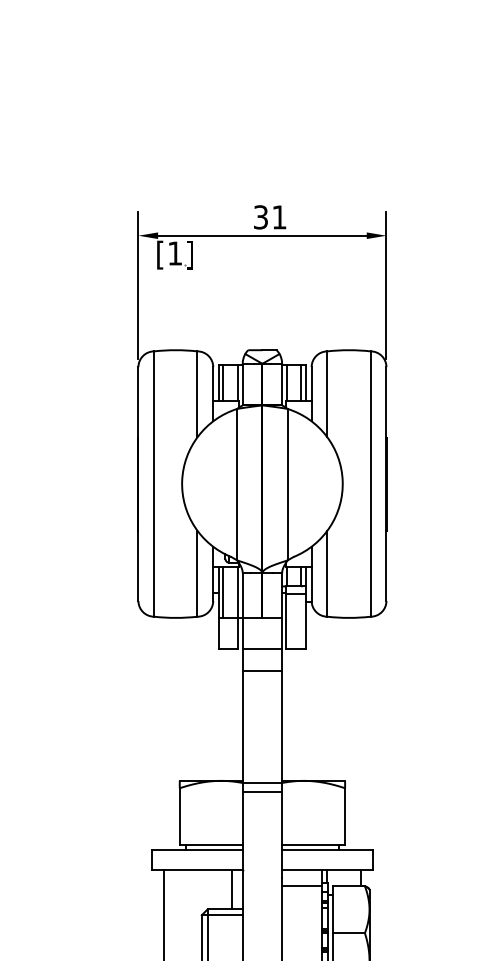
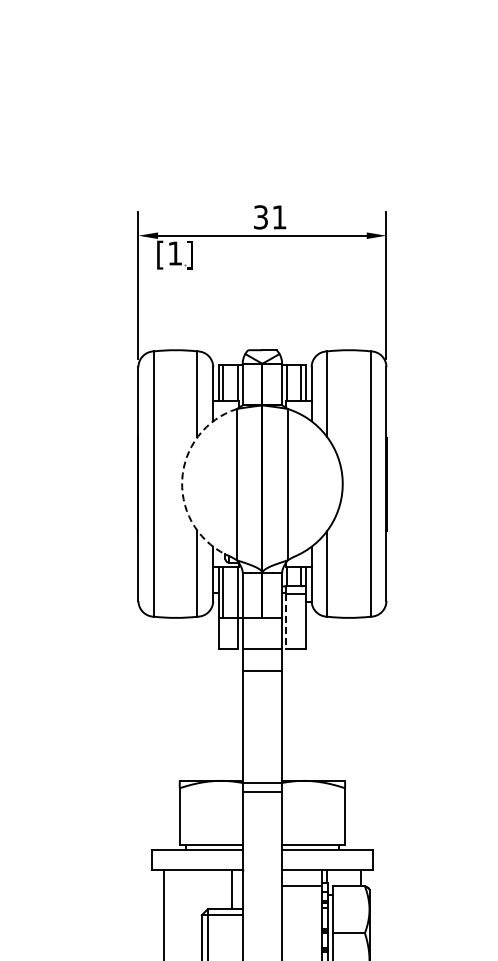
arc at (182, 481): solid -> dashed
line at (286, 621): solid -> dashed
